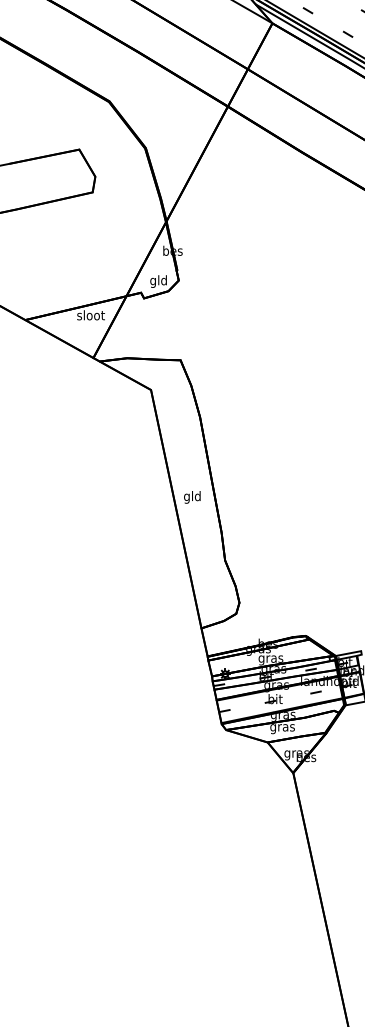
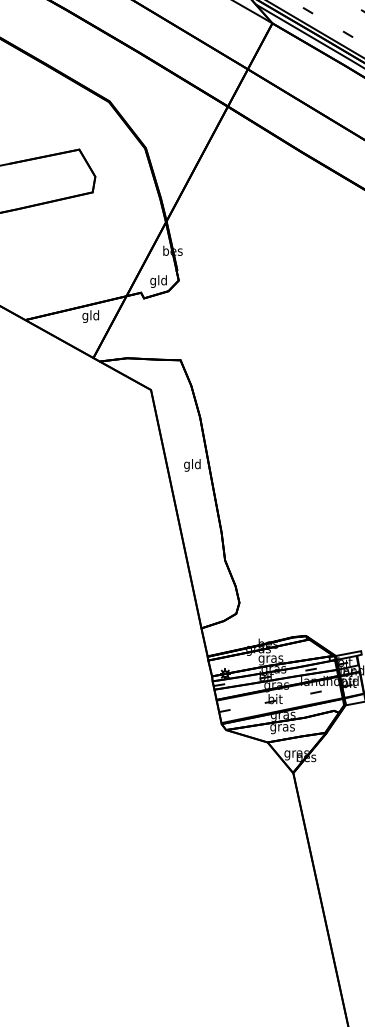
text at (90, 316): sloot -> gld
text at (192, 497) position: (192, 497) -> (192, 465)
